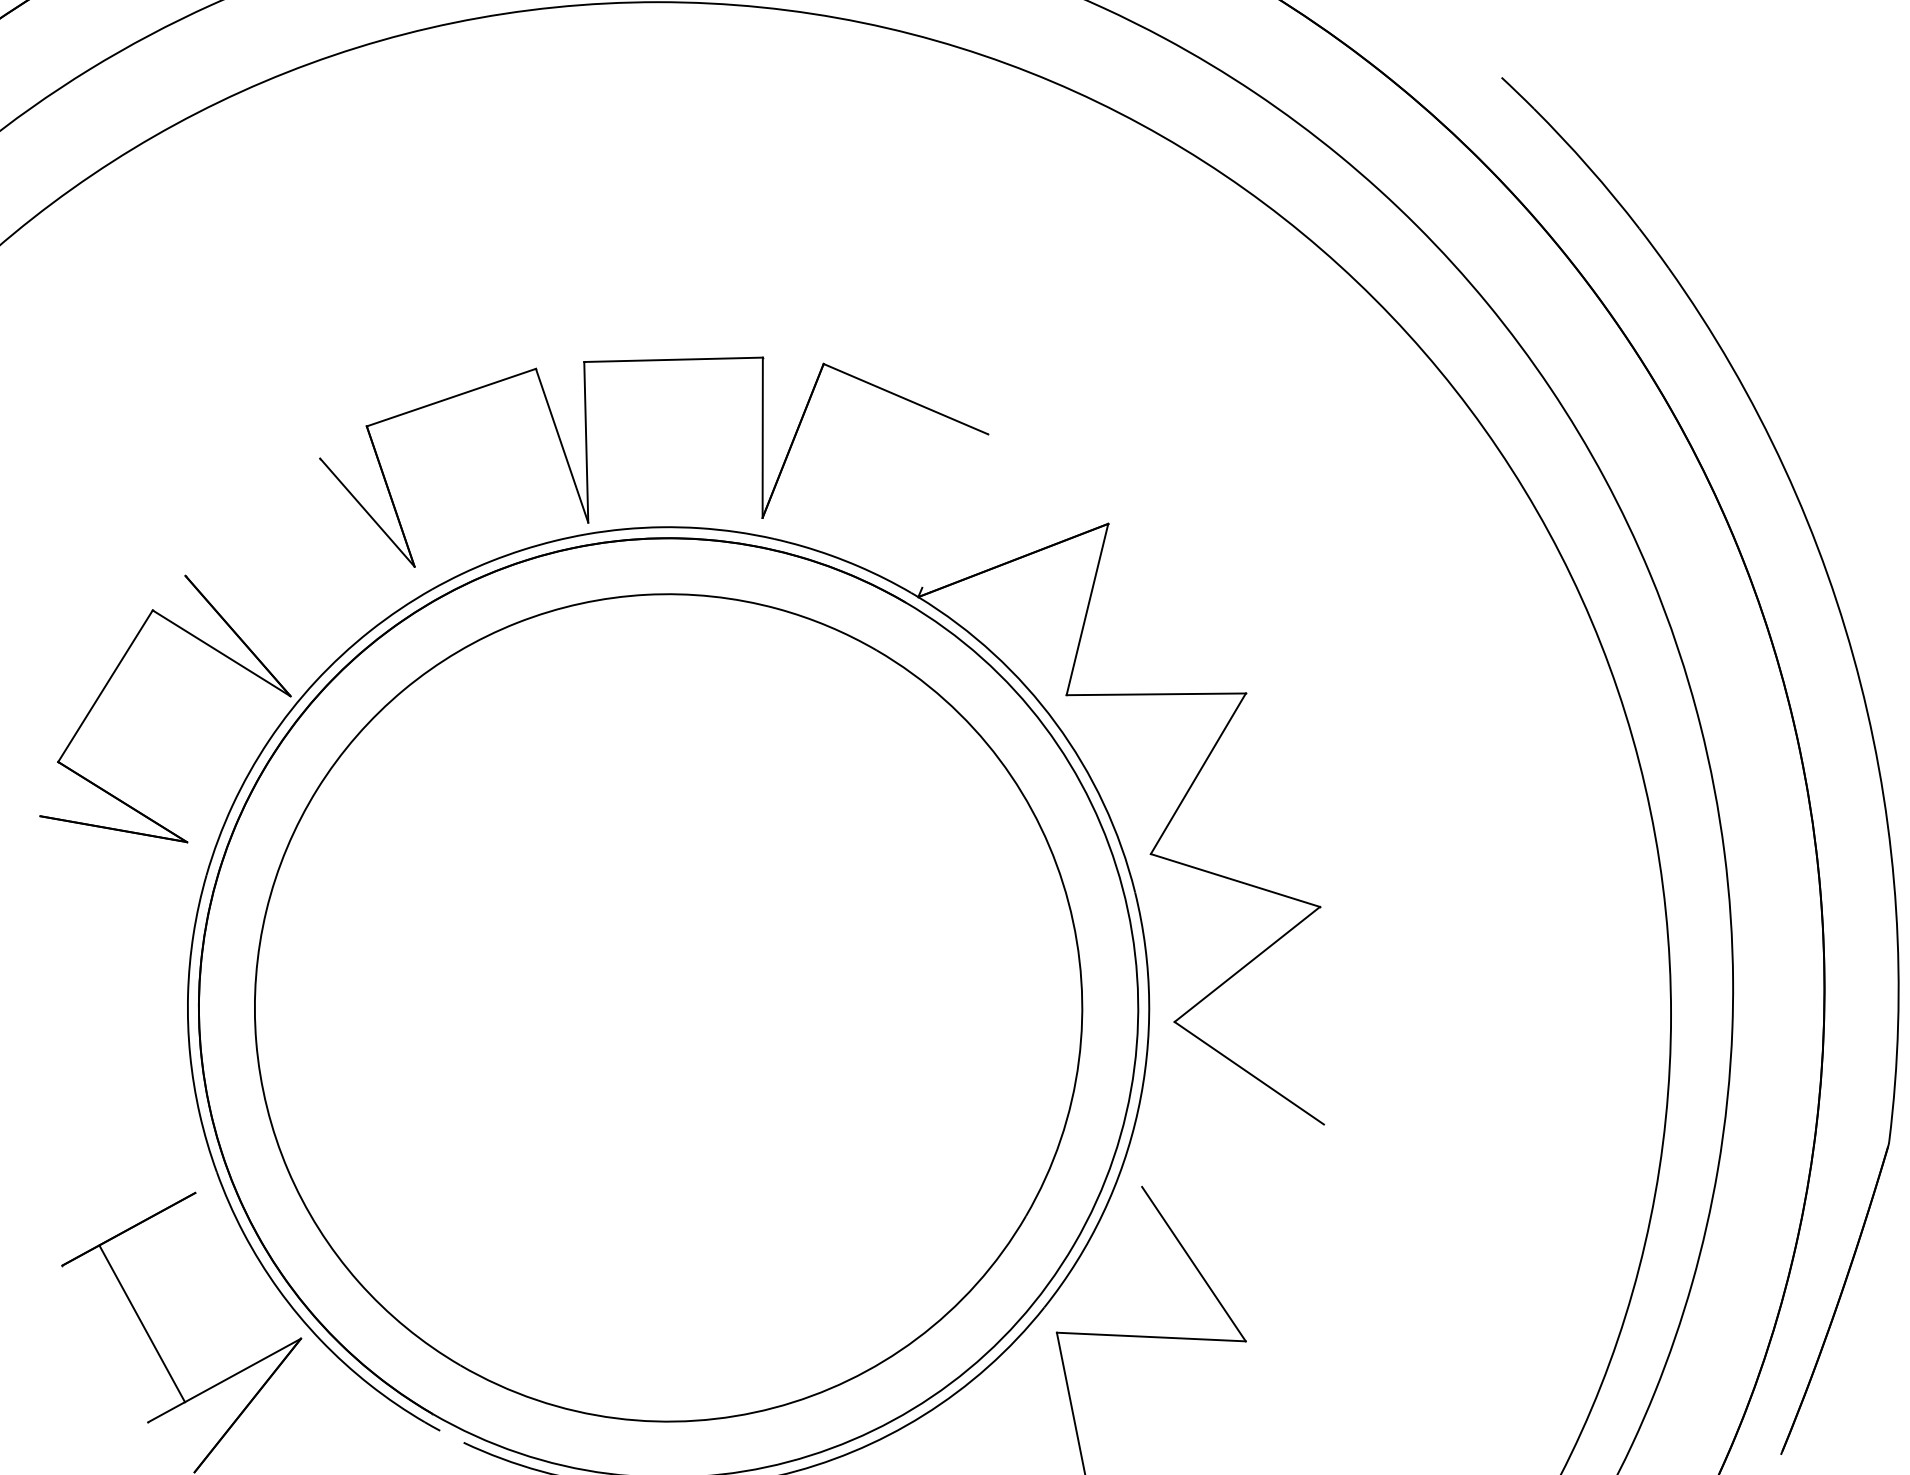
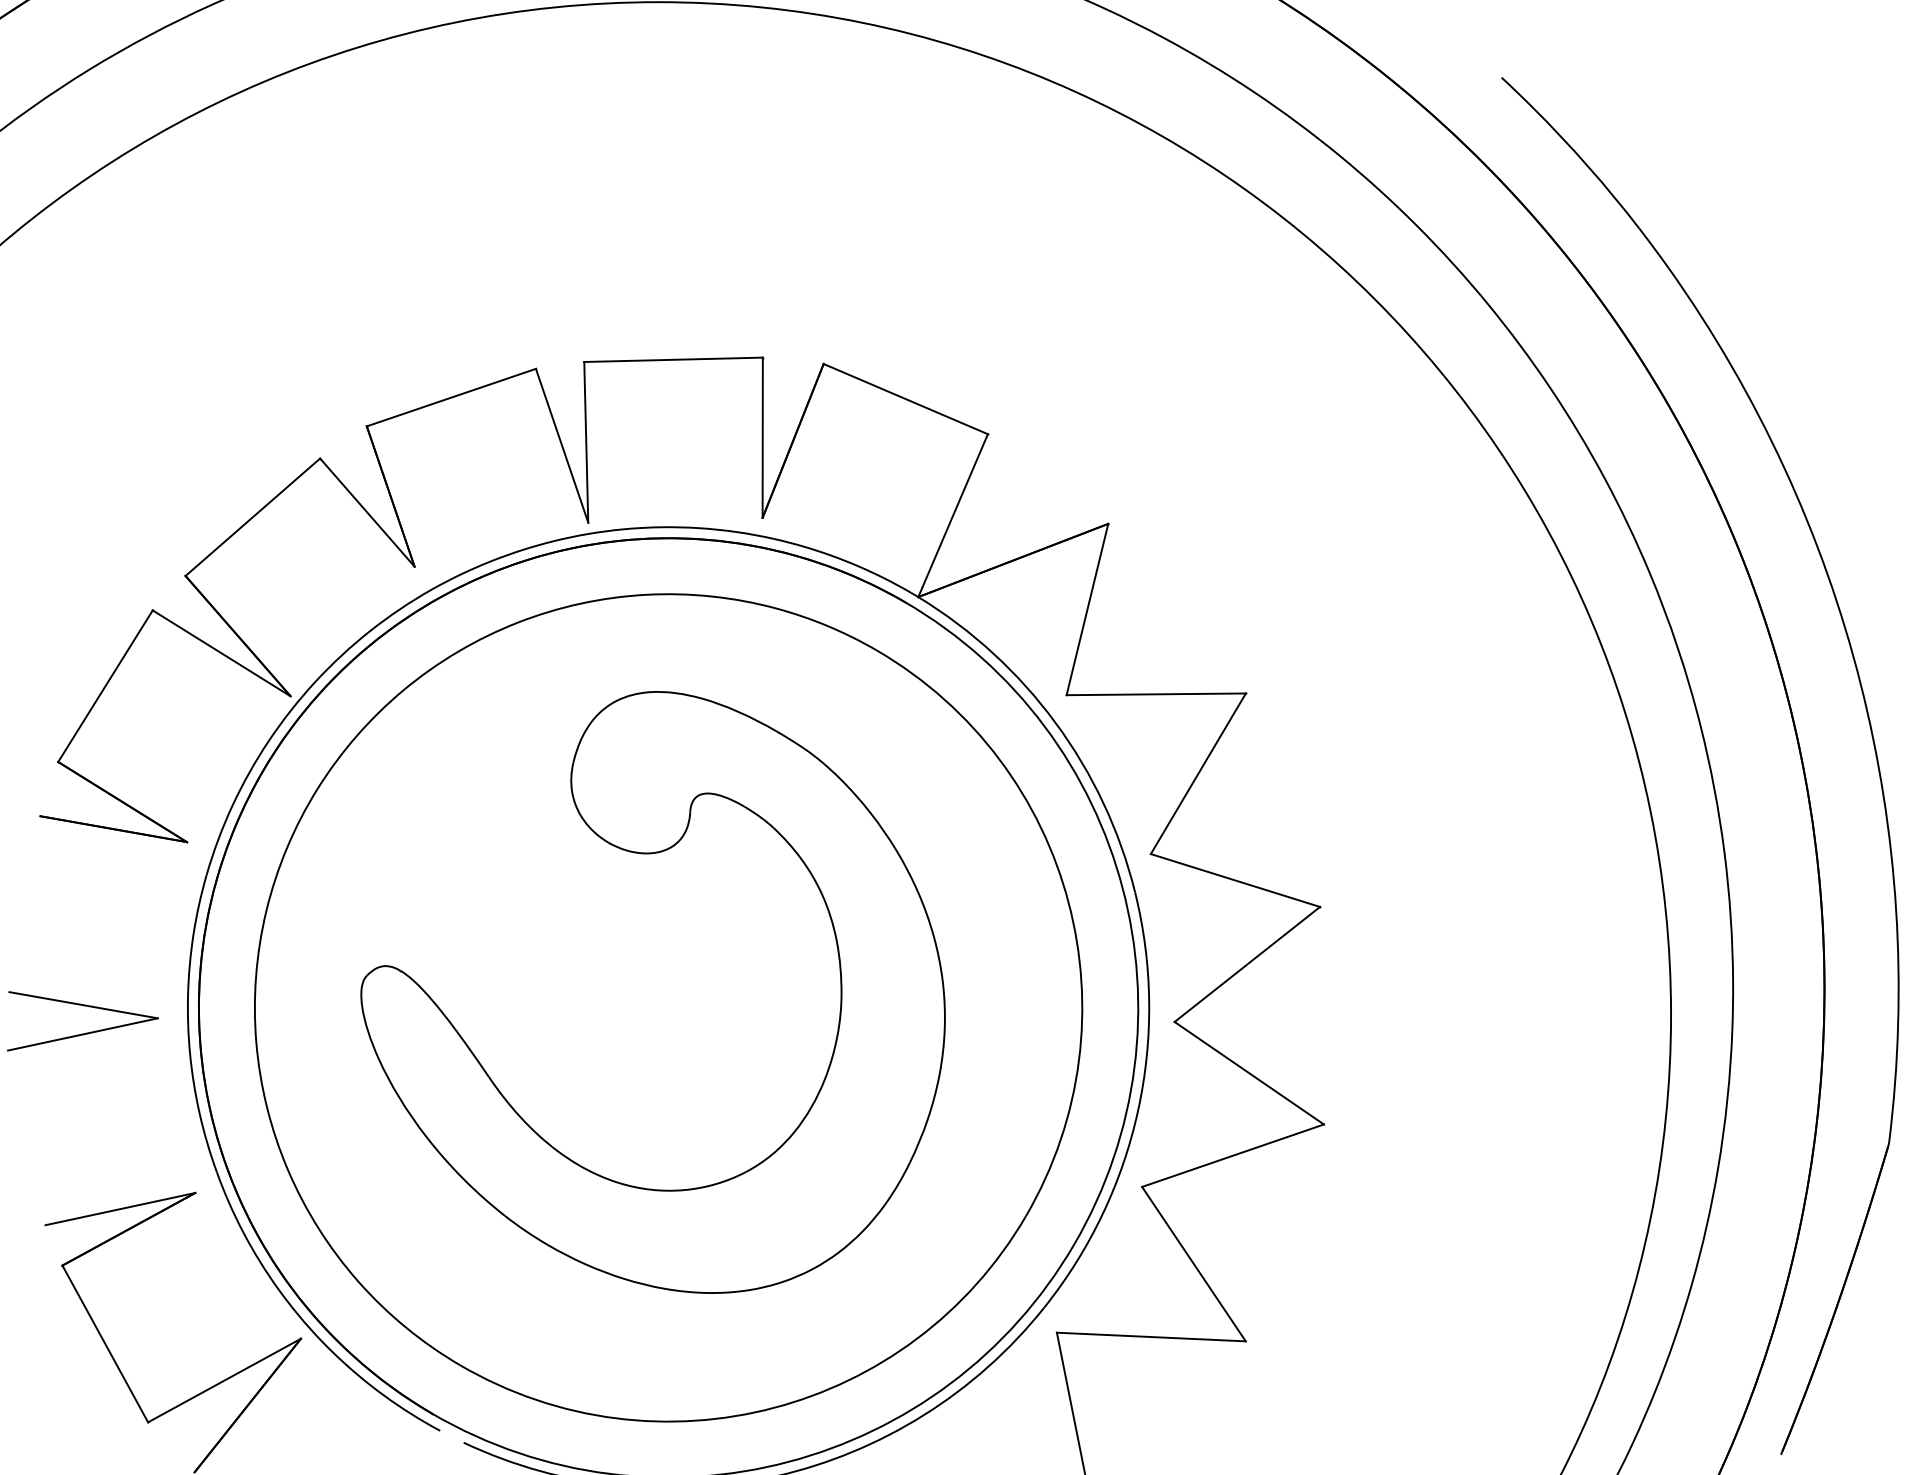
line at (954, 510): none -> present
line at (252, 516): none -> present
part at (651, 854): none -> present
part at (86, 1032): none -> present
line at (1232, 1155): none -> present
line at (120, 1208): none -> present
line at (142, 1323) position: (142, 1323) -> (105, 1343)
